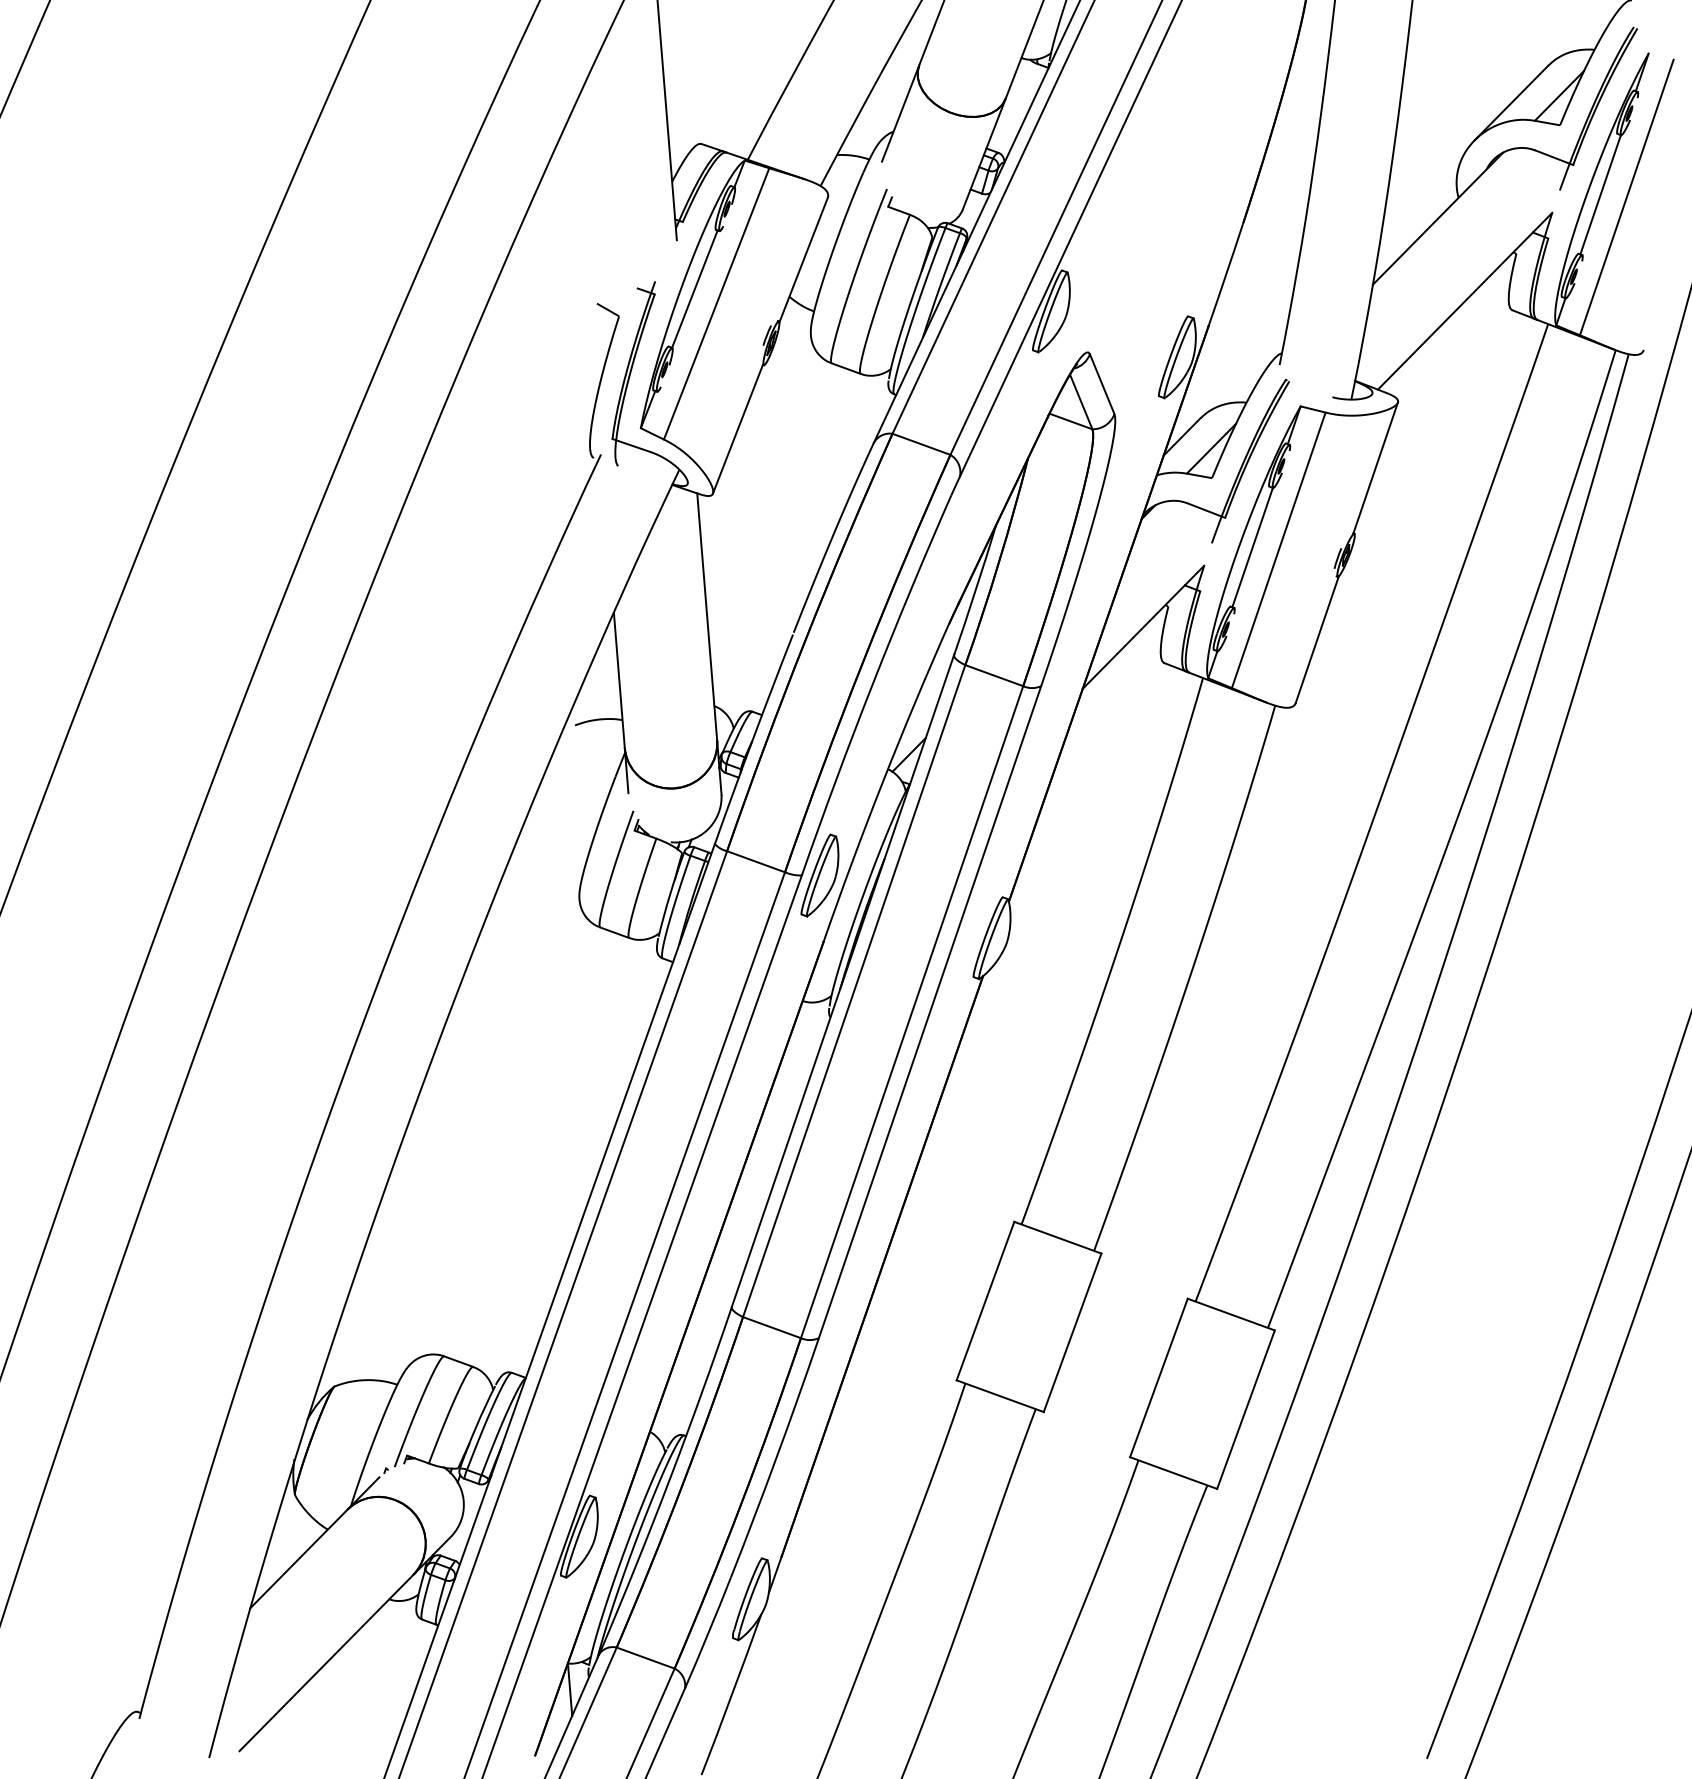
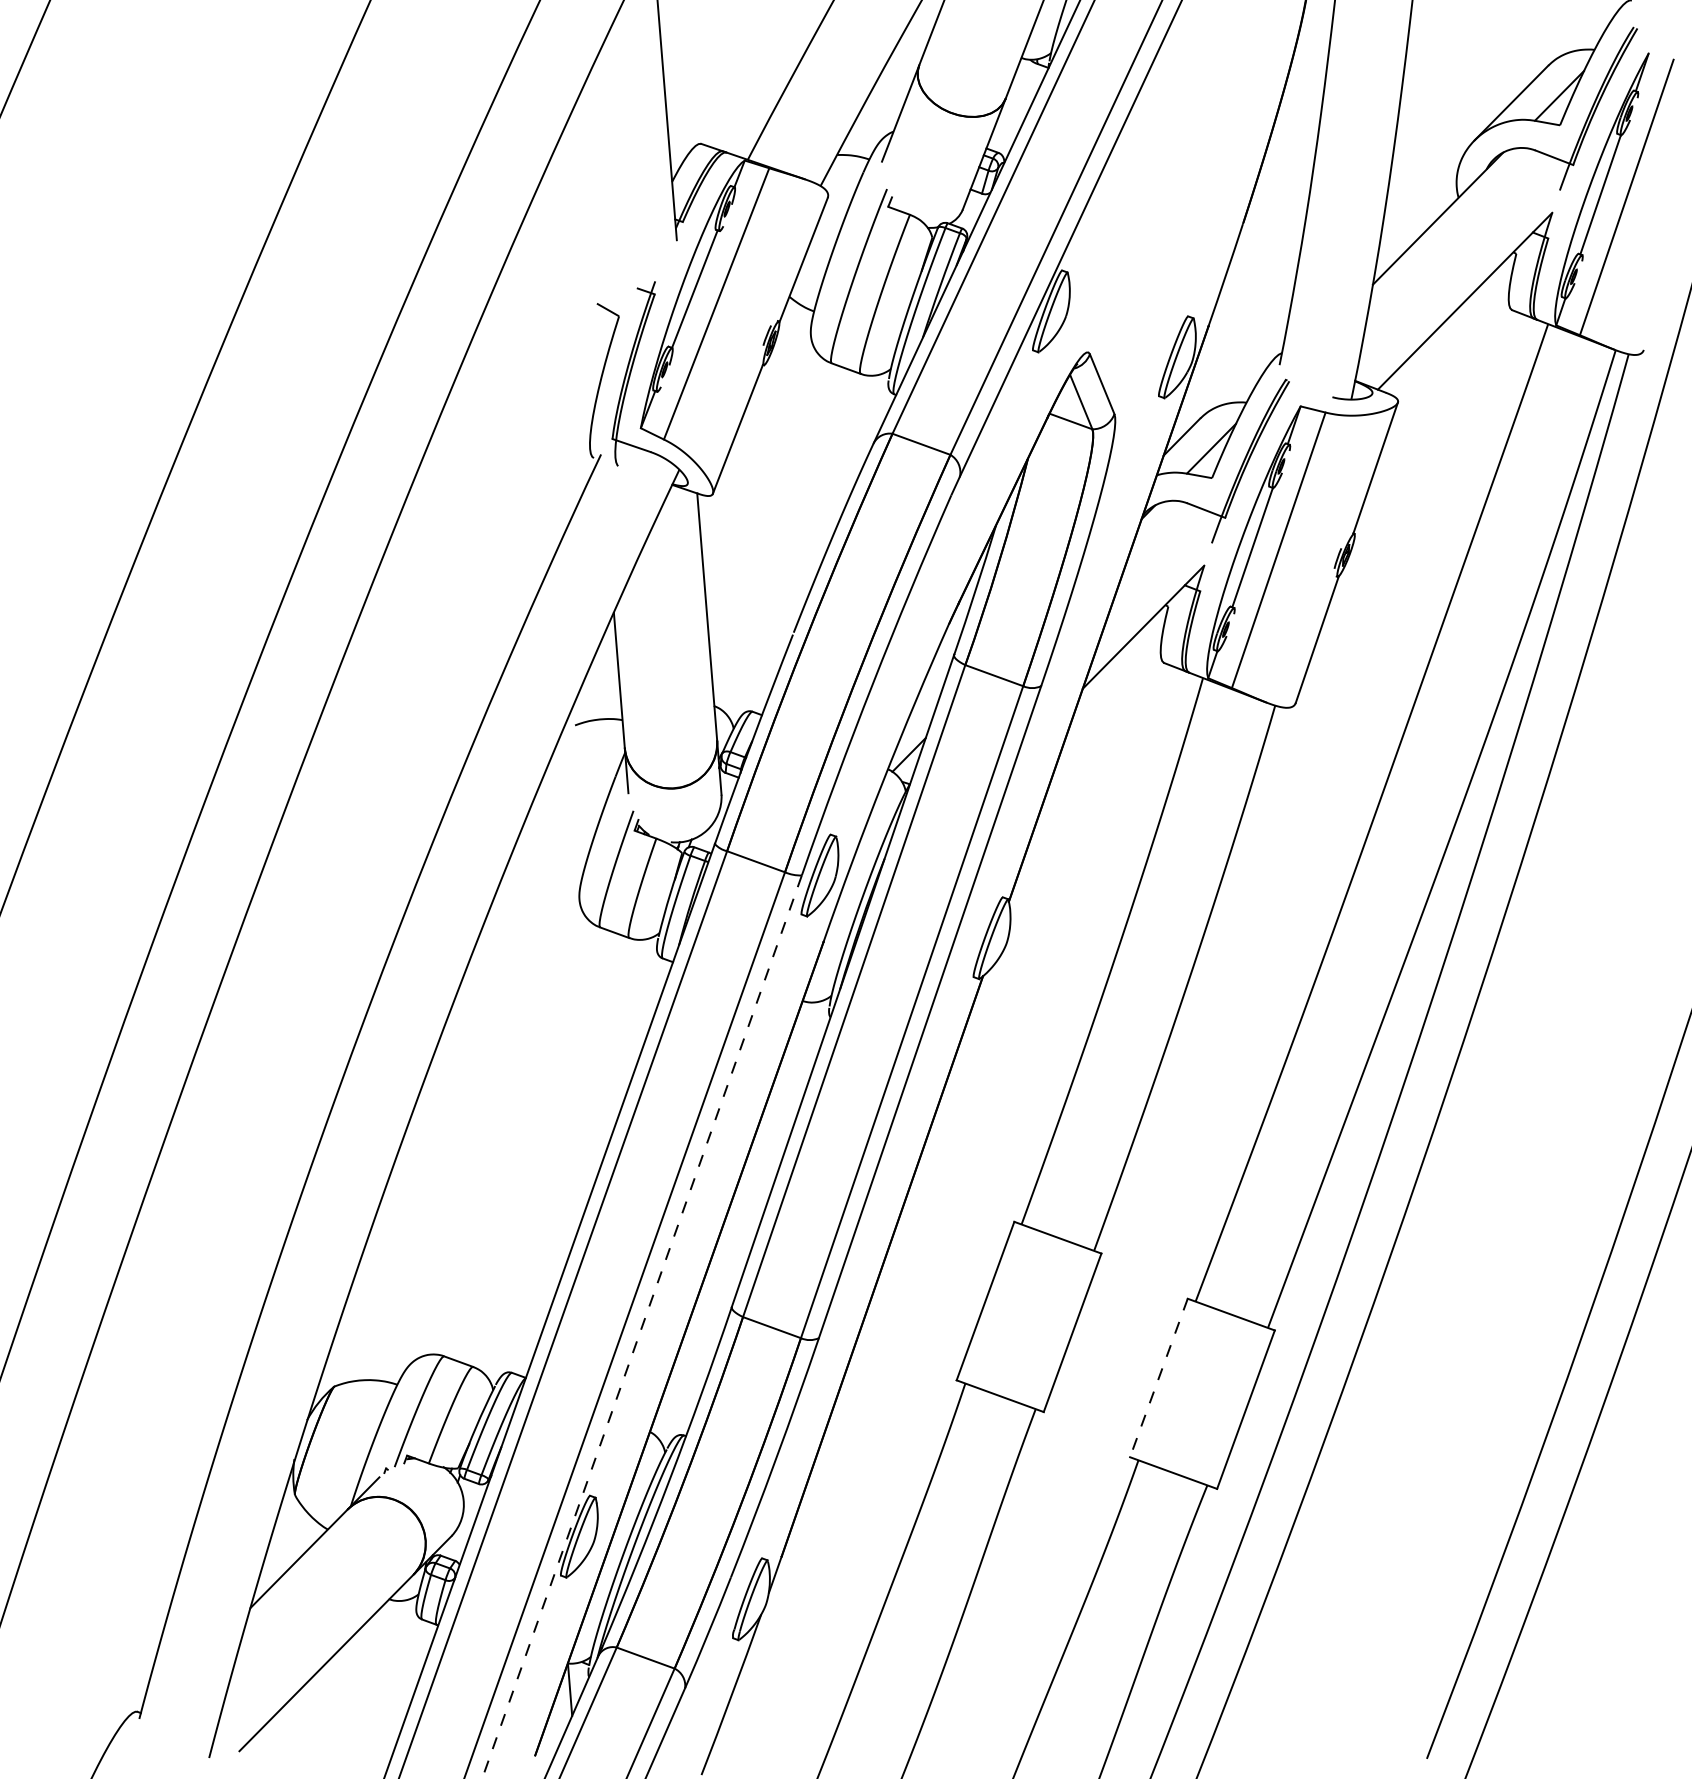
line at (642, 1326): solid -> dashed
line at (1158, 1378): solid -> dashed
